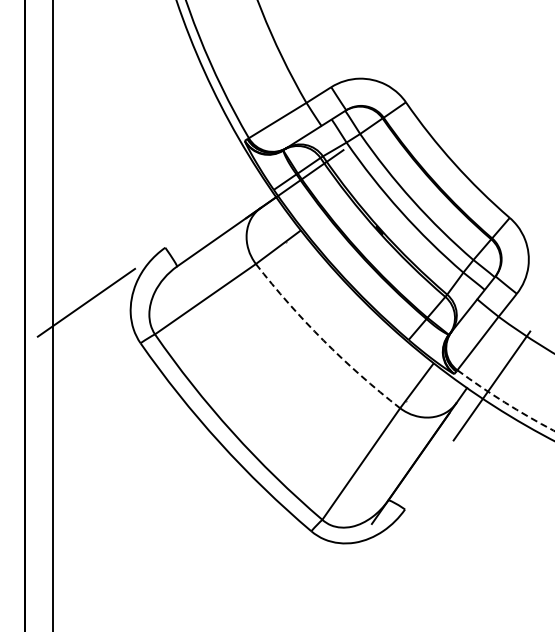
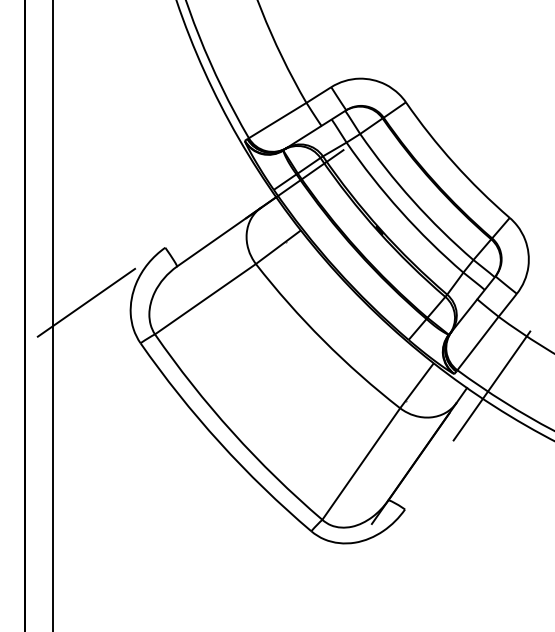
arc at (323, 340): dashed -> solid
arc at (505, 402): dashed -> solid
